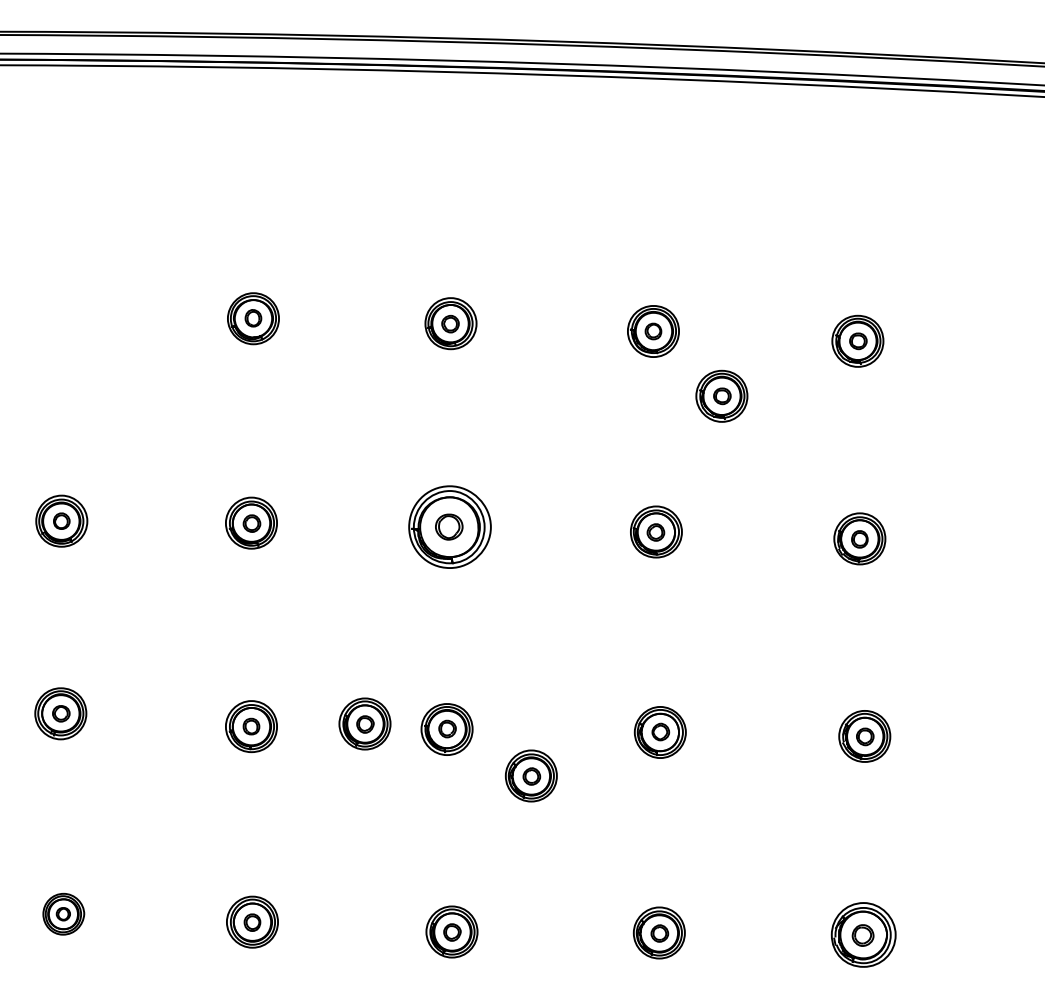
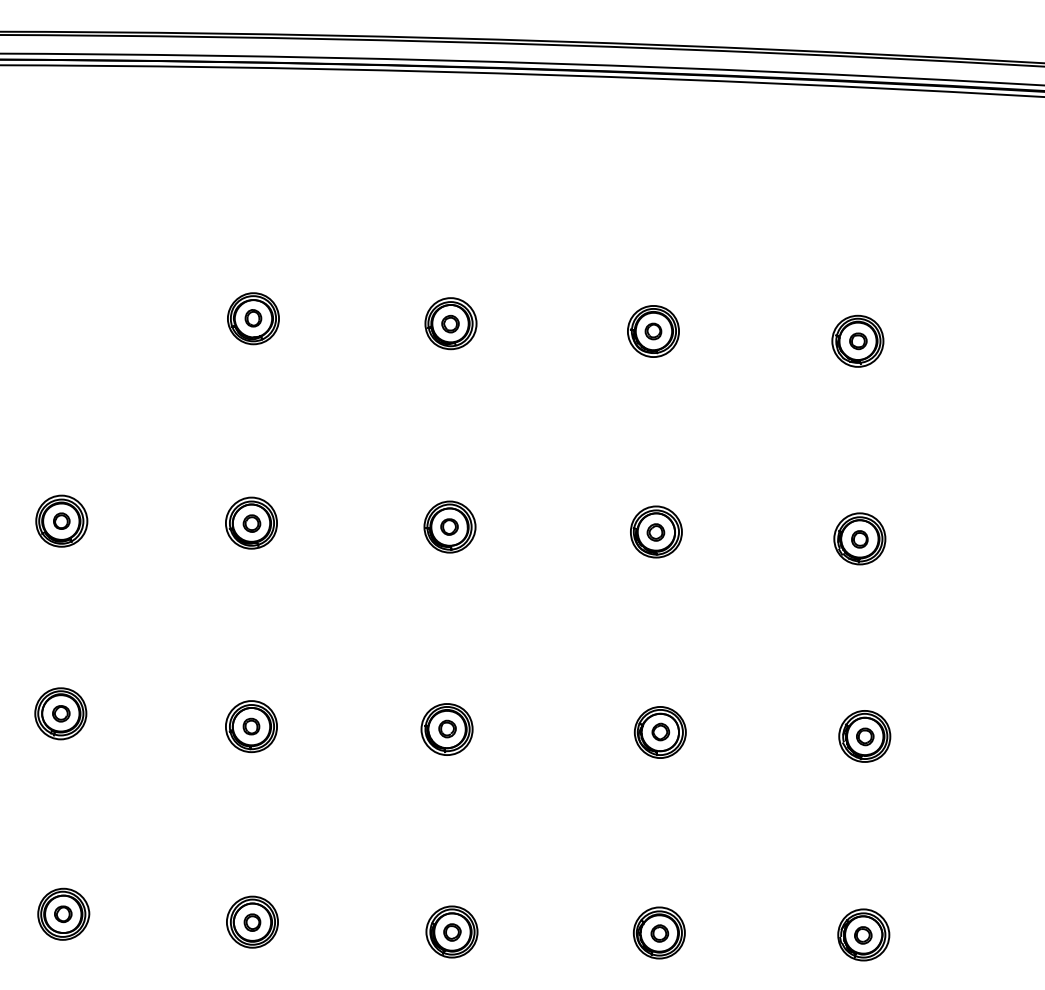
part at (721, 395): present -> none
part at (449, 526) size: 84x84 px -> 54x54 px
part at (364, 723): present -> none
part at (530, 775): present -> none
part at (63, 913) size: 44x44 px -> 54x54 px
part at (863, 934) size: 67x66 px -> 54x54 px
